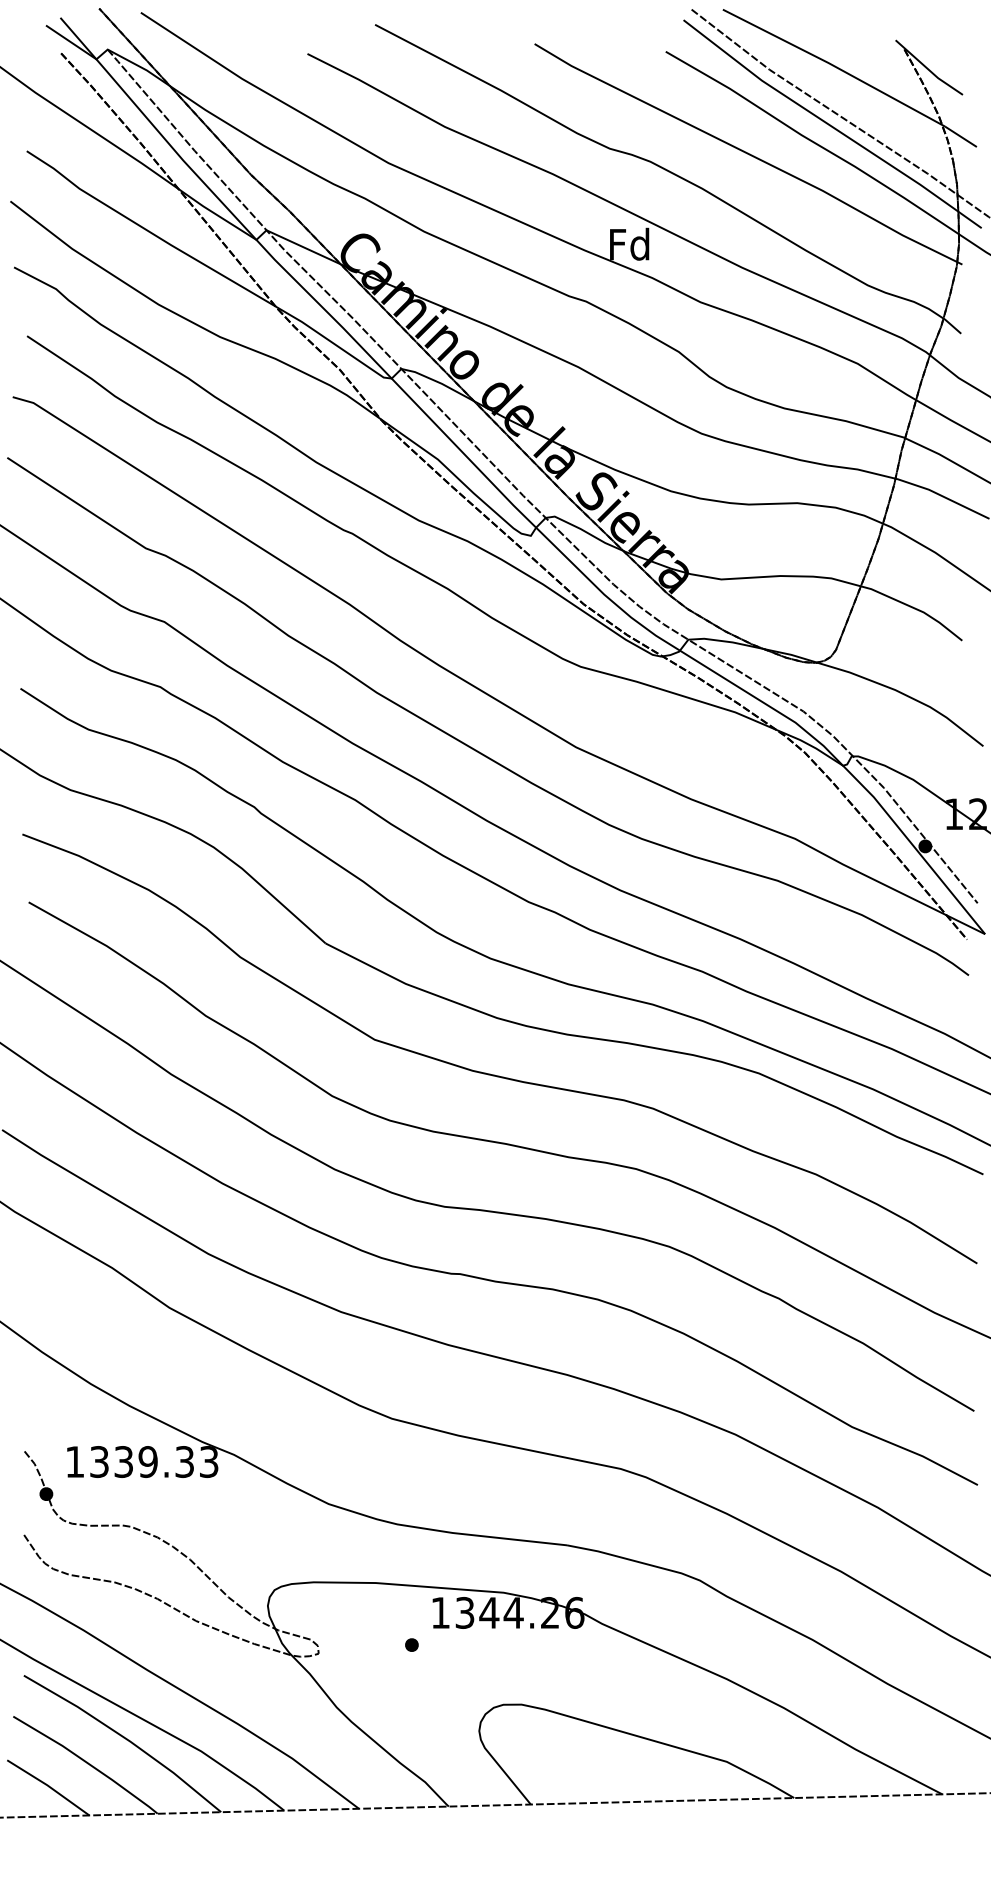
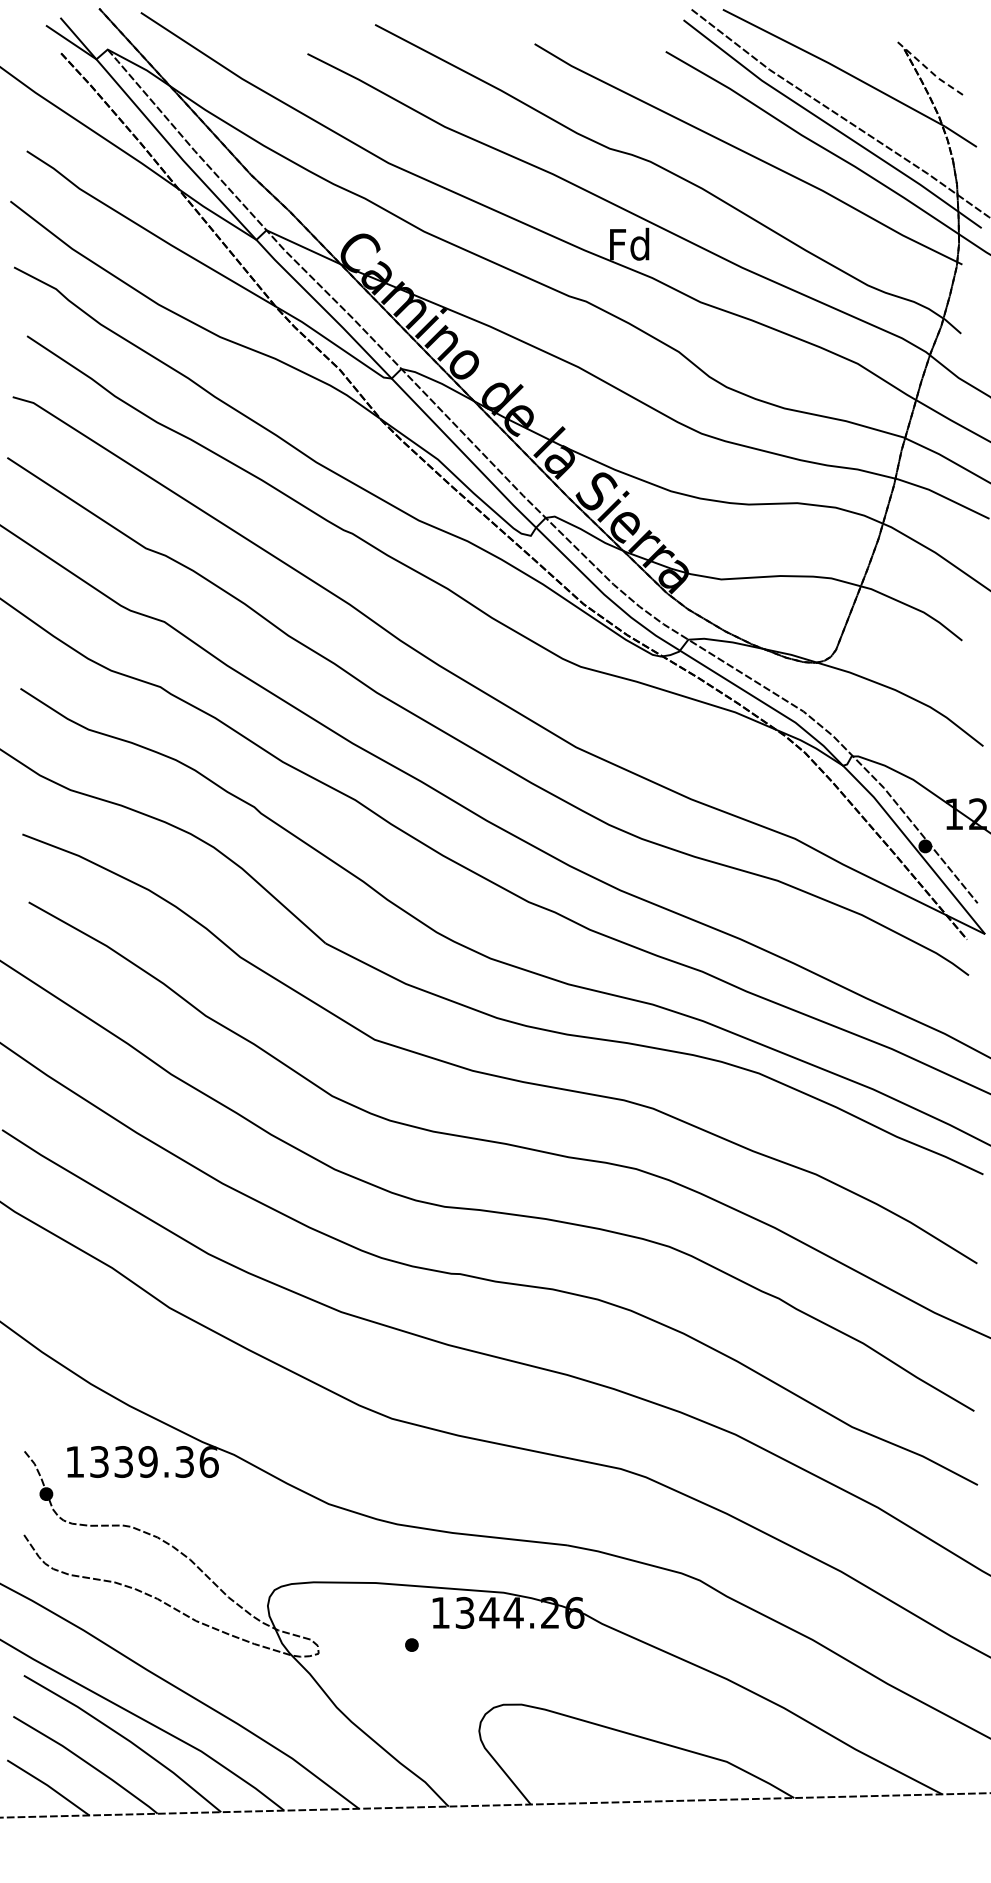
line at (927, 69): solid -> dashed
text at (208, 1462): 1339.33 -> 1339.36
